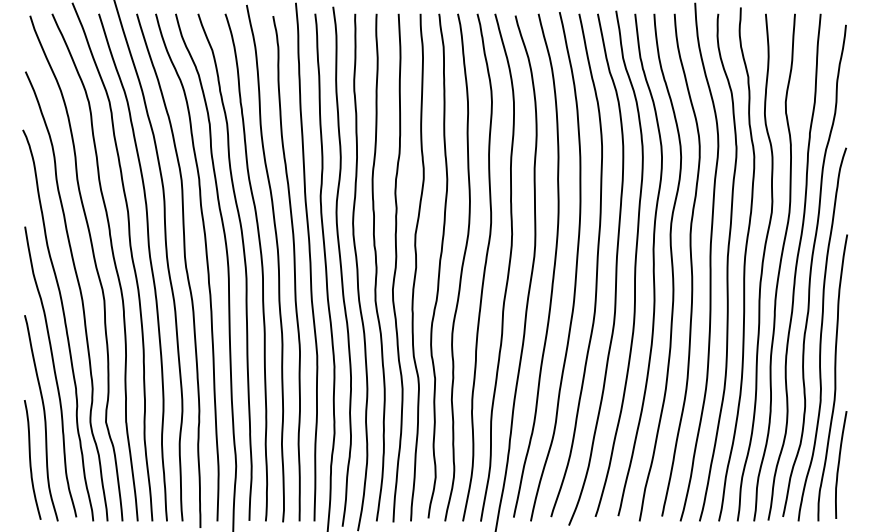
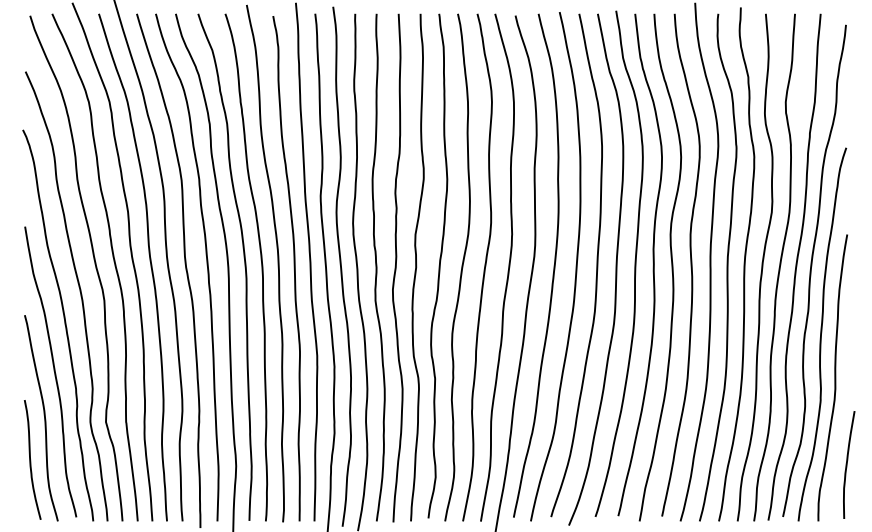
curve at (839, 464) position: (839, 464) -> (847, 464)
